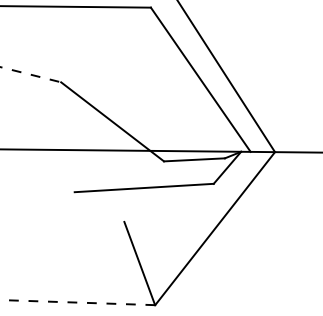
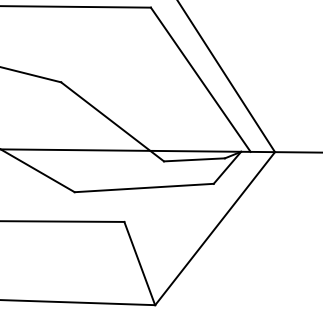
line at (31, 74): dashed -> solid
line at (38, 171): none -> present
line at (63, 221): none -> present
line at (77, 302): dashed -> solid
